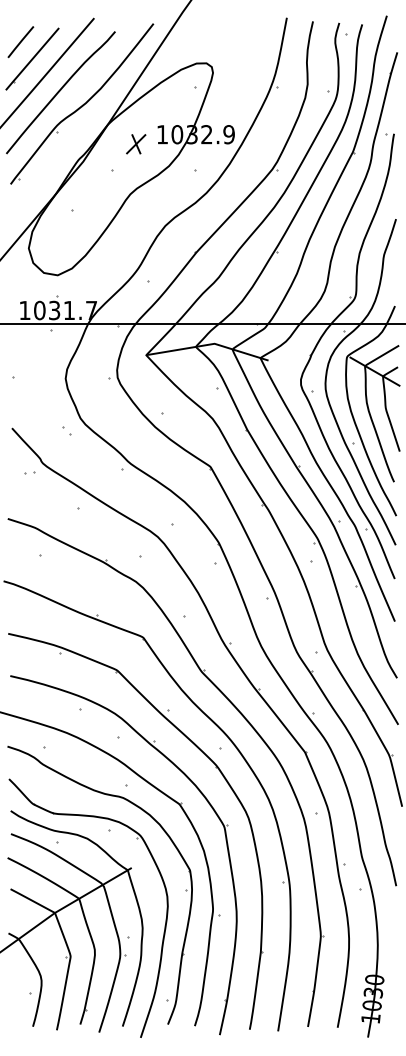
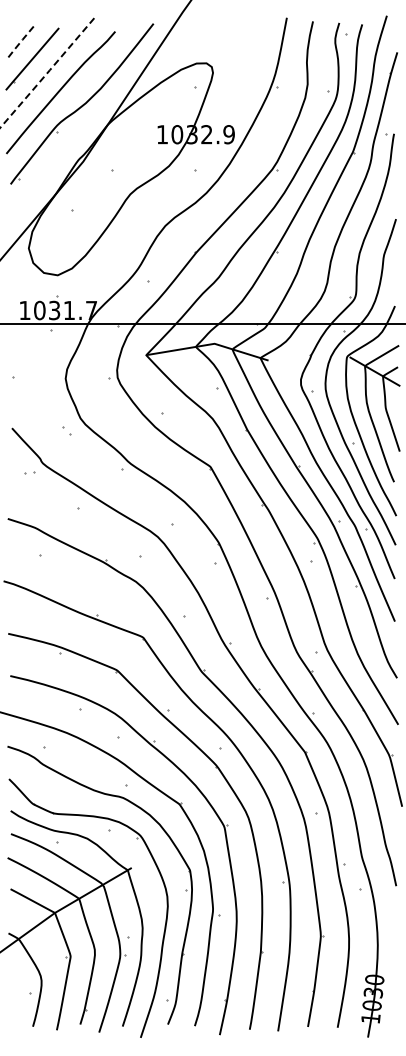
line at (20, 42): solid -> dashed
line at (47, 73): solid -> dashed
part at (136, 144): present -> none
